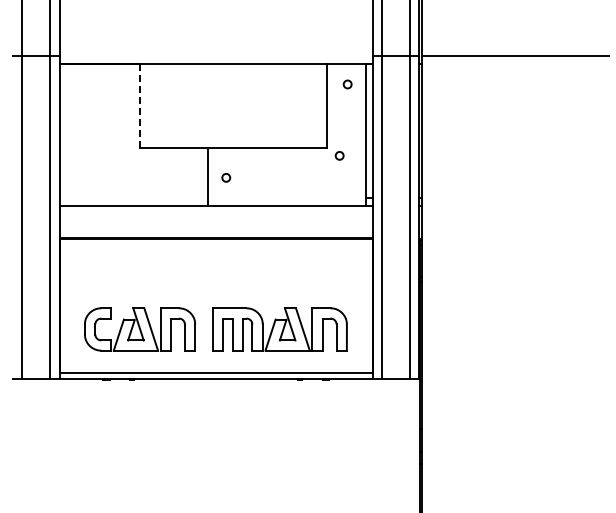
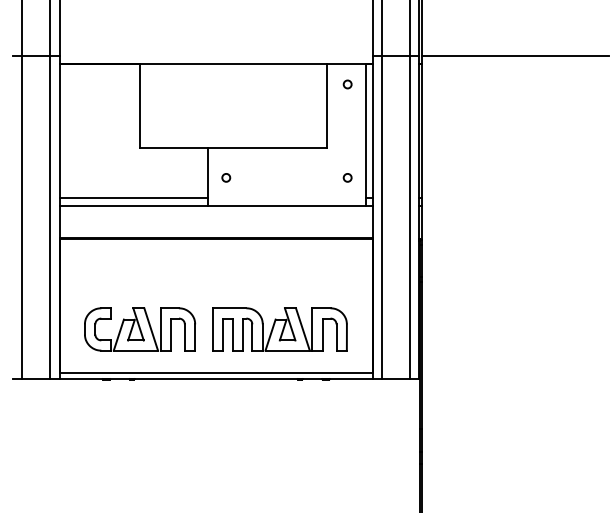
line at (139, 106): dashed -> solid
circle at (339, 155) position: (339, 155) -> (347, 177)
line at (133, 198): none -> present
